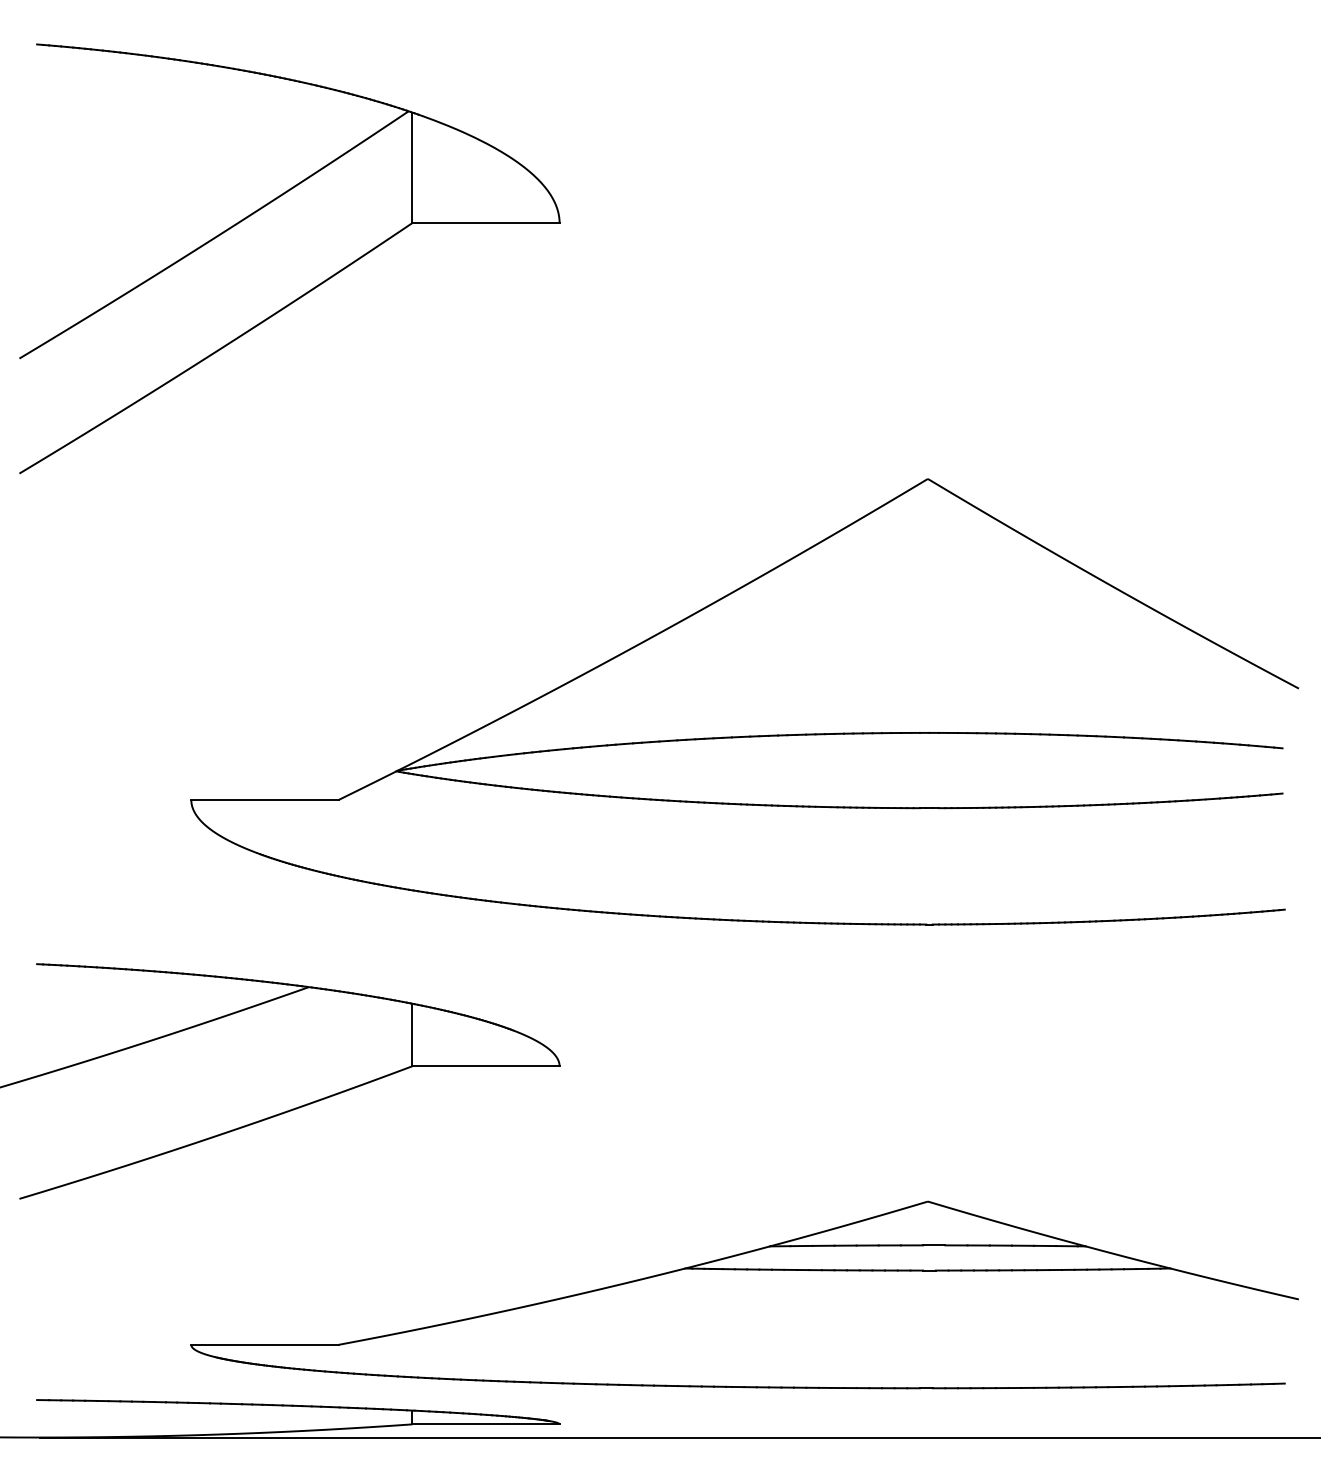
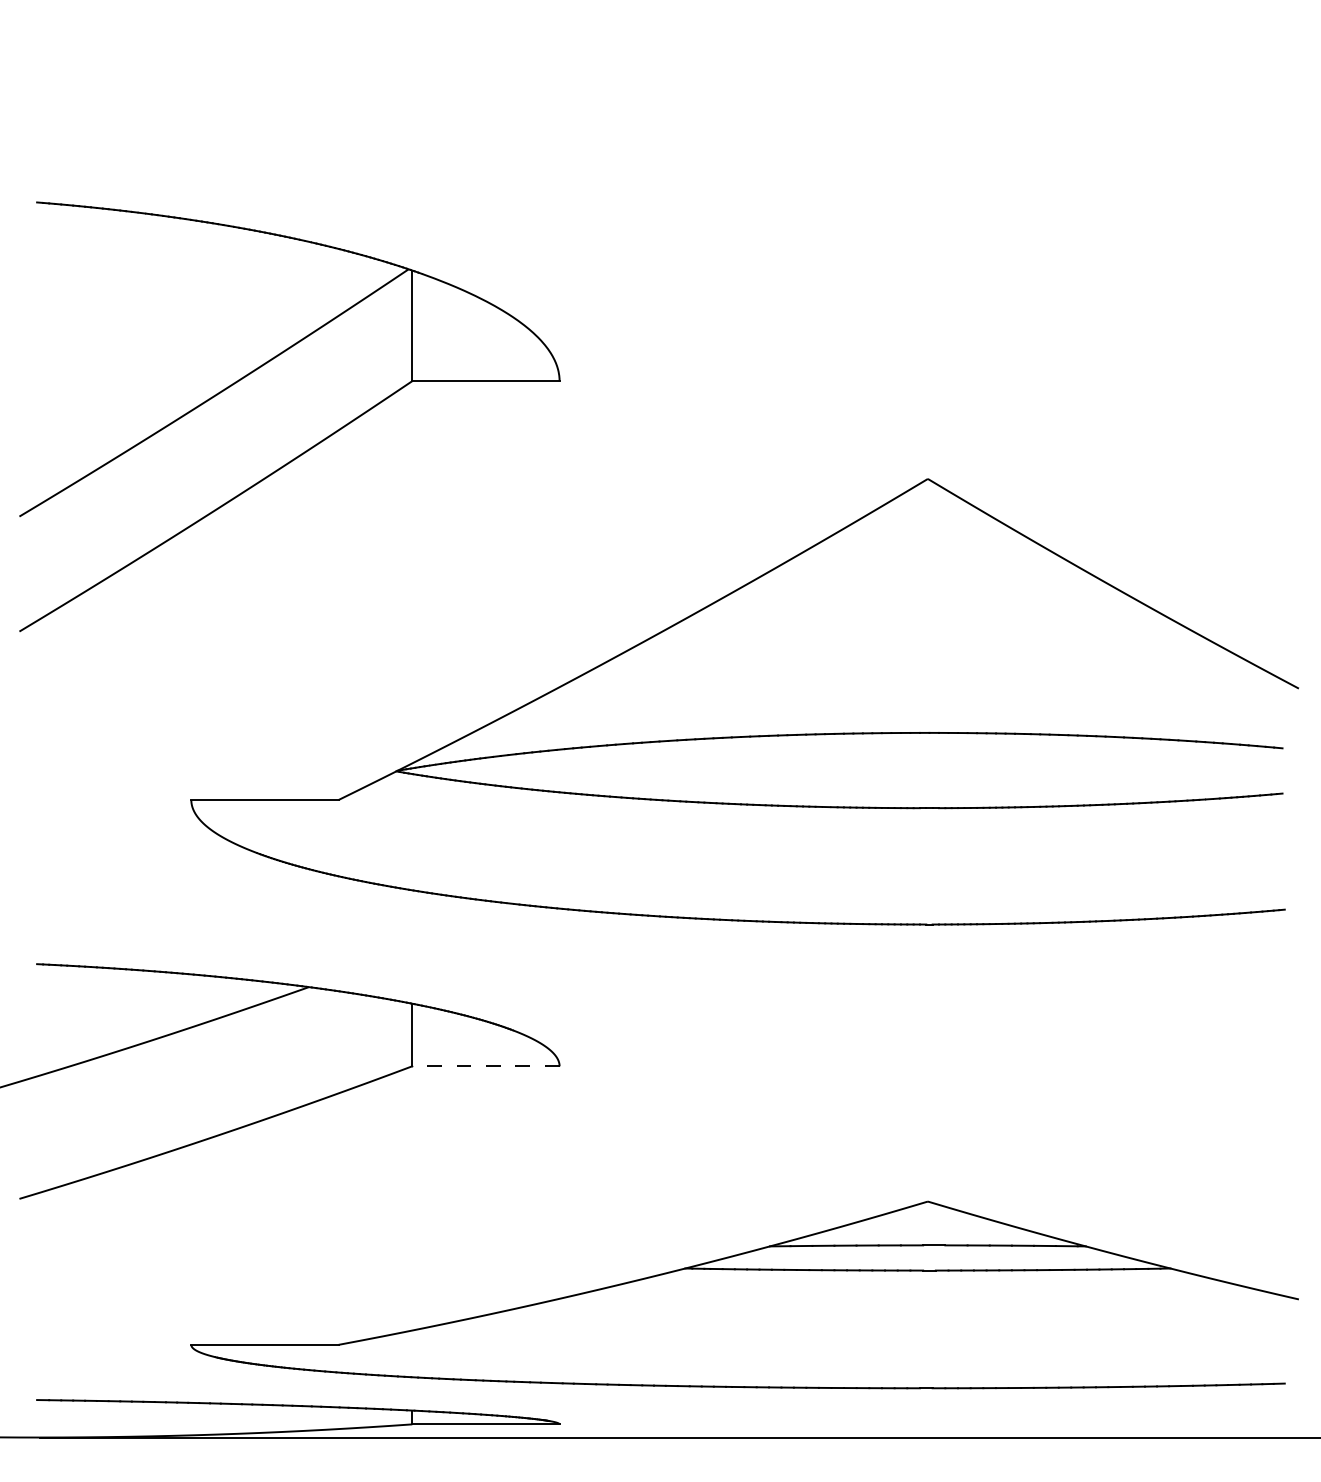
part at (310, 289) position: (310, 289) -> (310, 447)
line at (485, 1066): solid -> dashed
